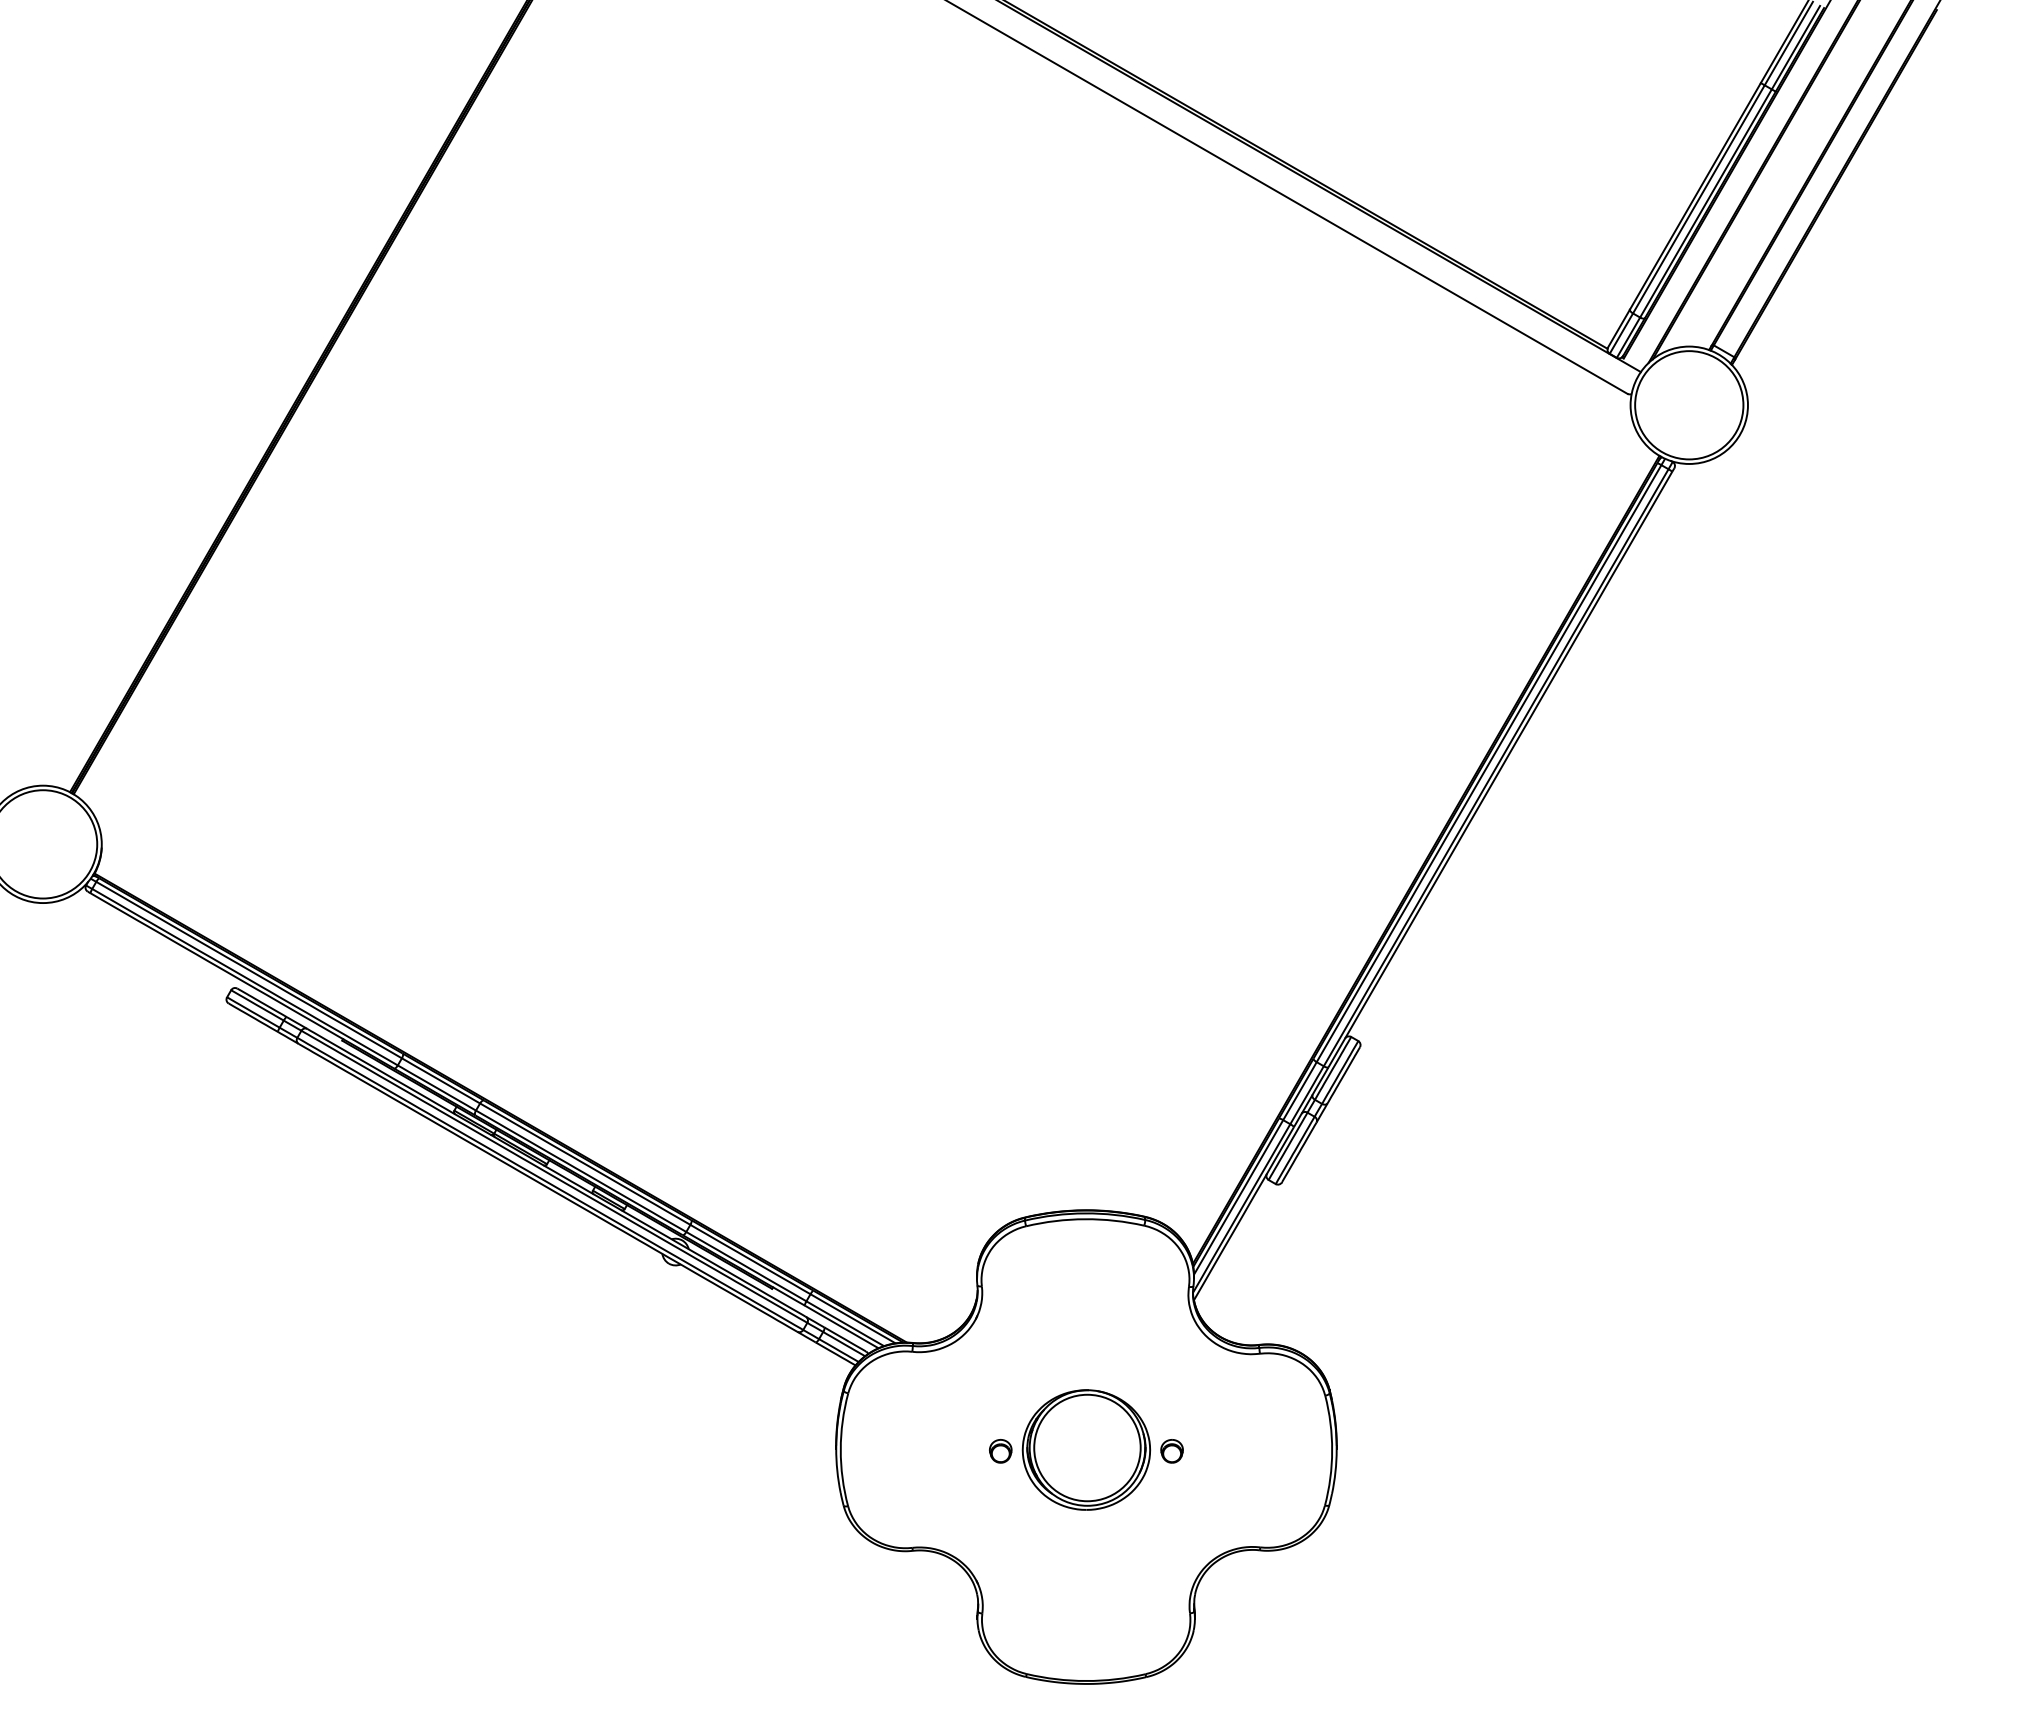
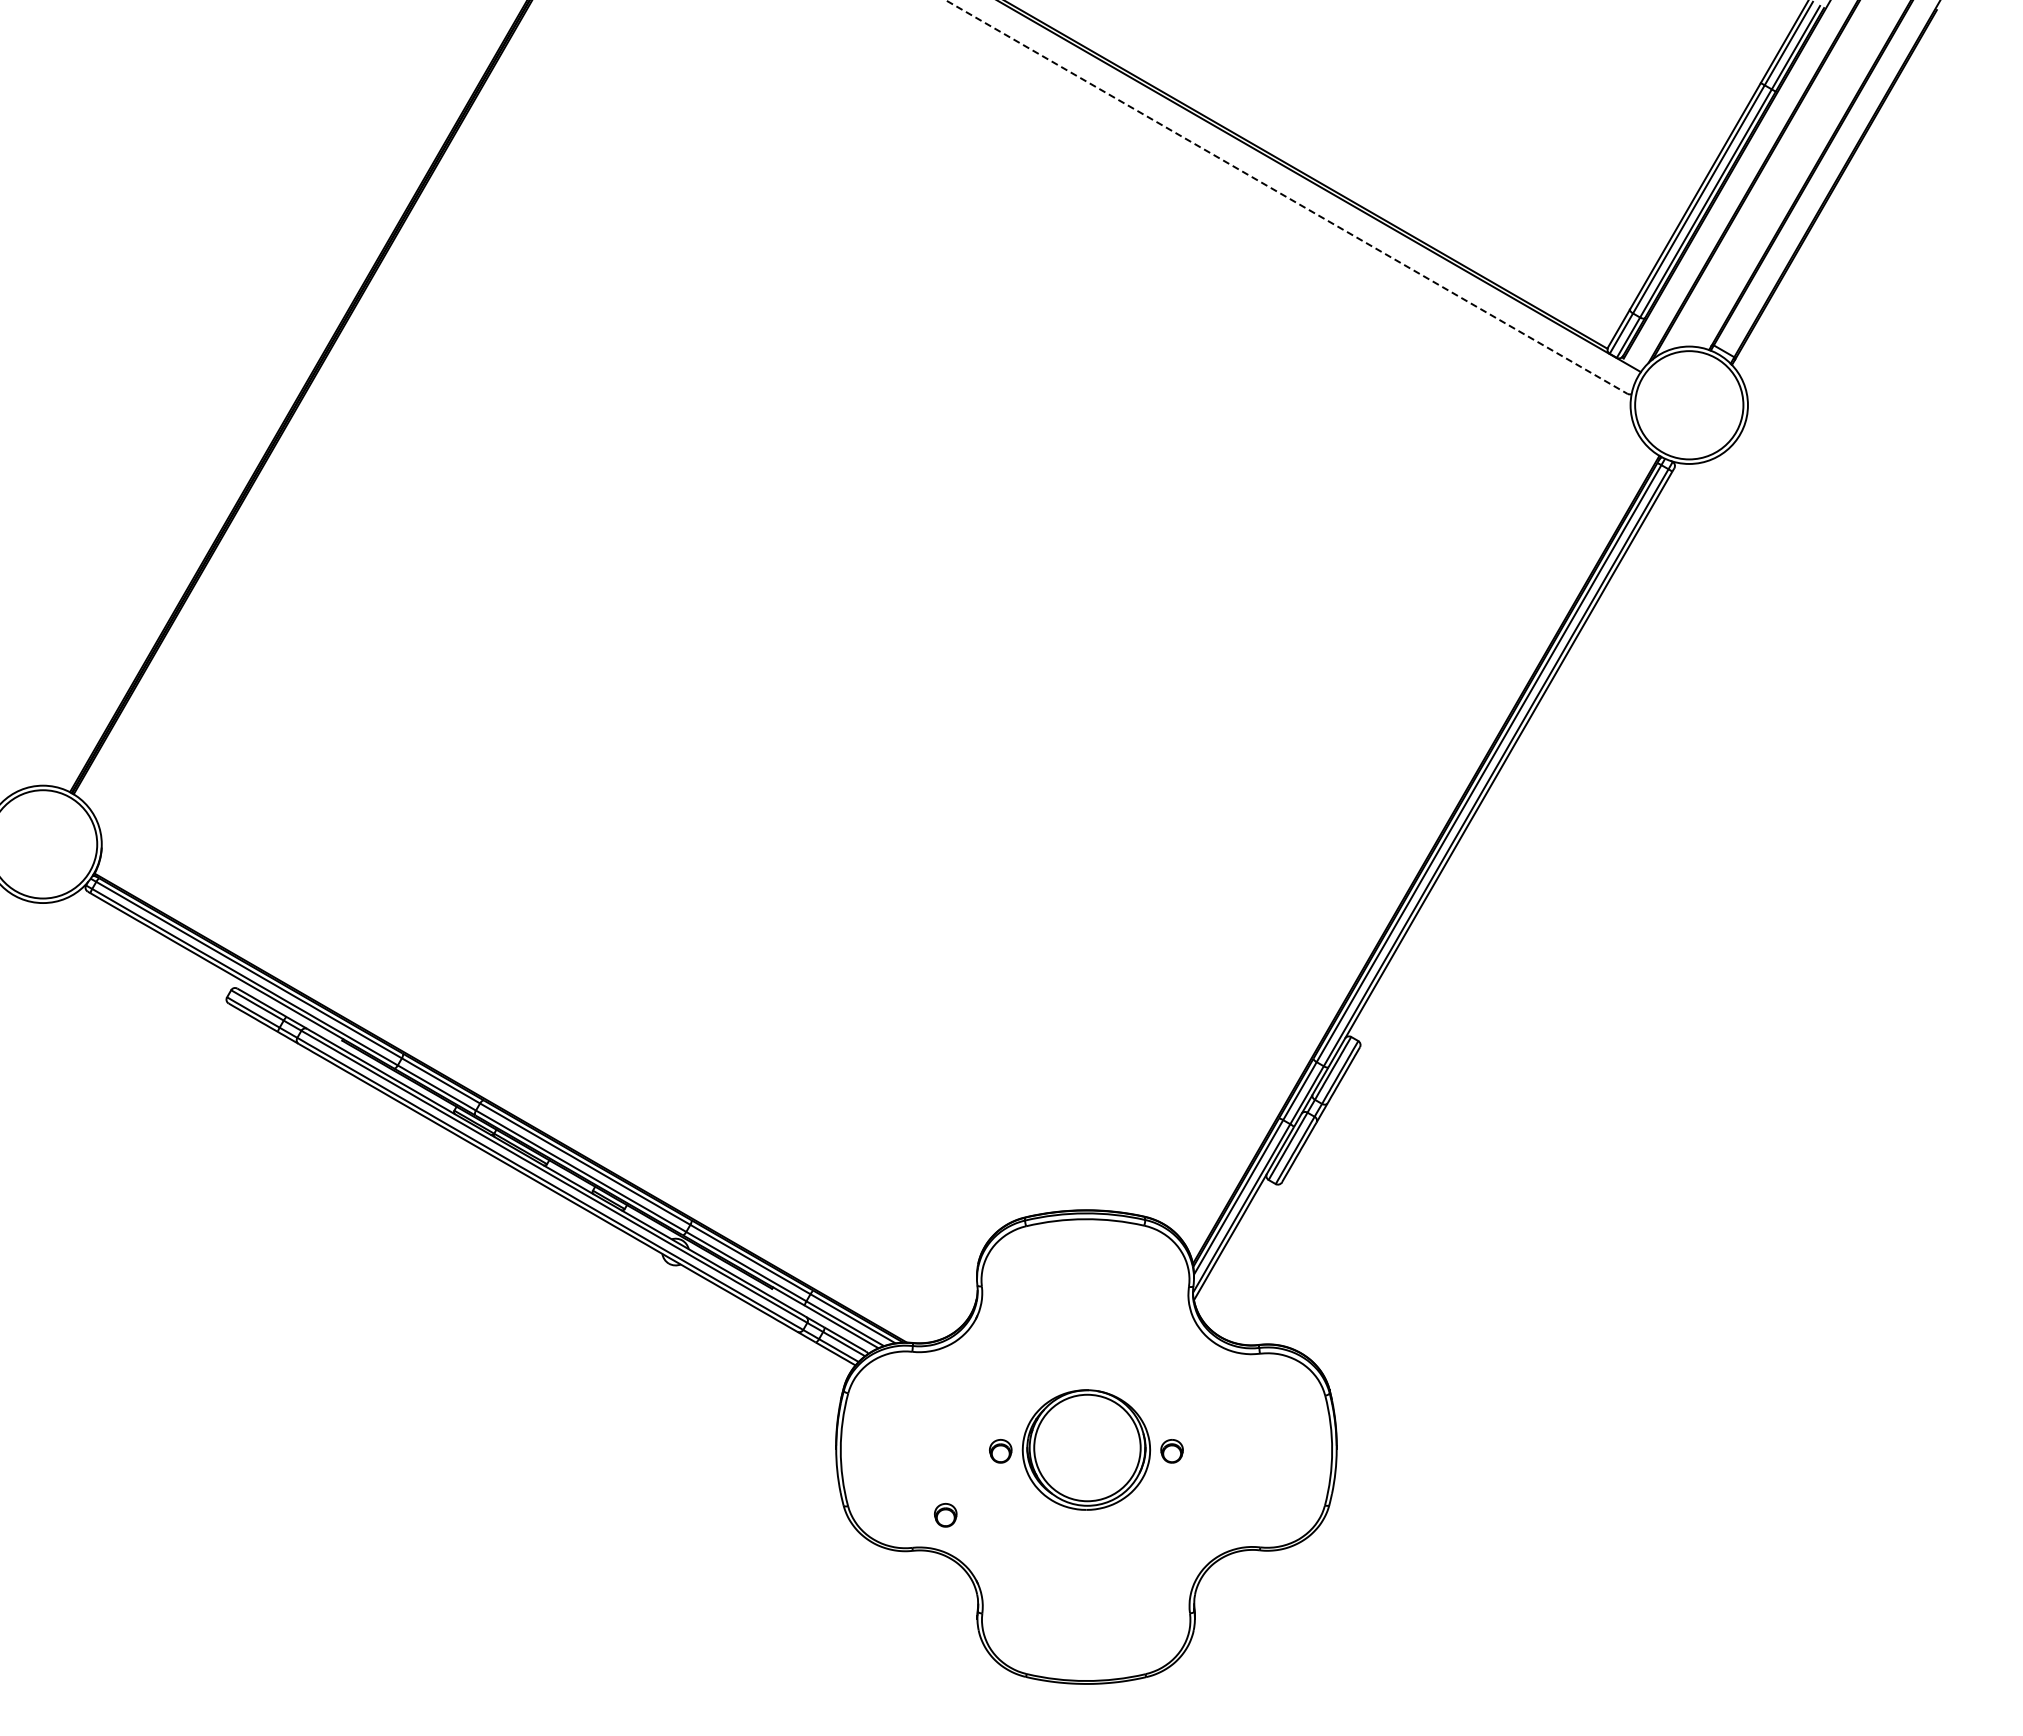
line at (1287, 197): solid -> dashed
part at (945, 1515): none -> present
